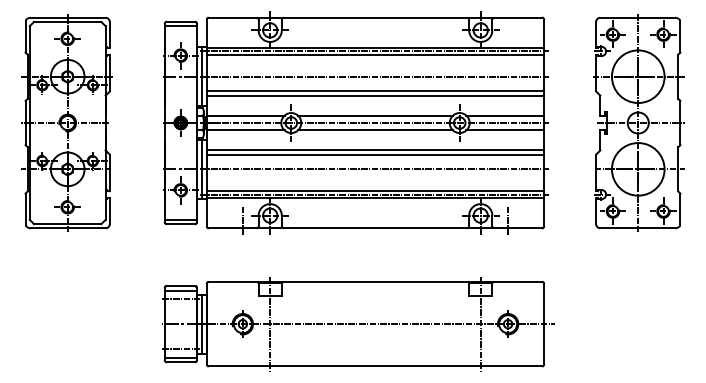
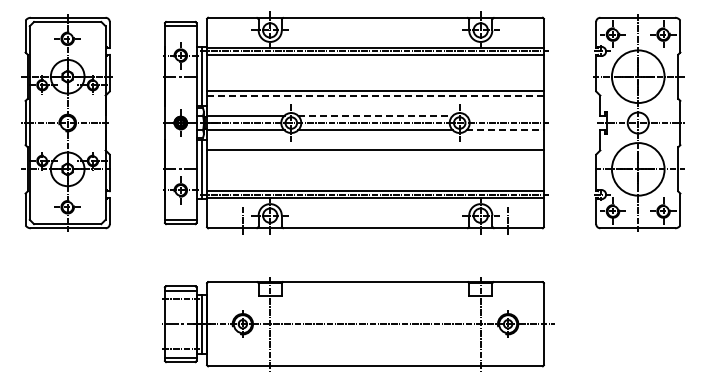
line at (374, 76): present -> none
line at (375, 95): solid -> dashed
line at (376, 115): solid -> dashed
line at (504, 115): present -> none
line at (505, 130): solid -> dashed
line at (375, 154): present -> none
line at (374, 169): present -> none
